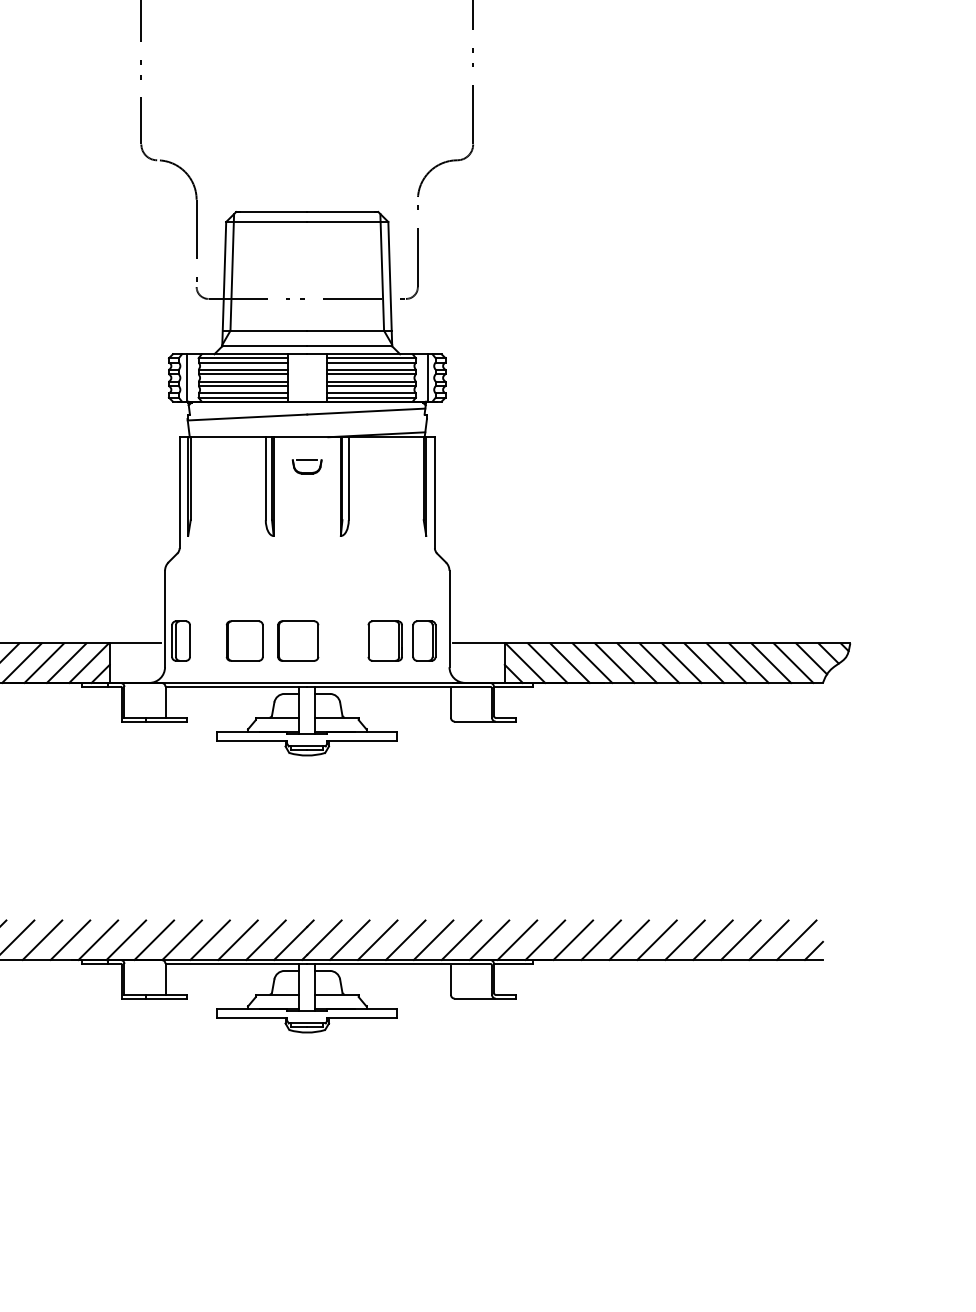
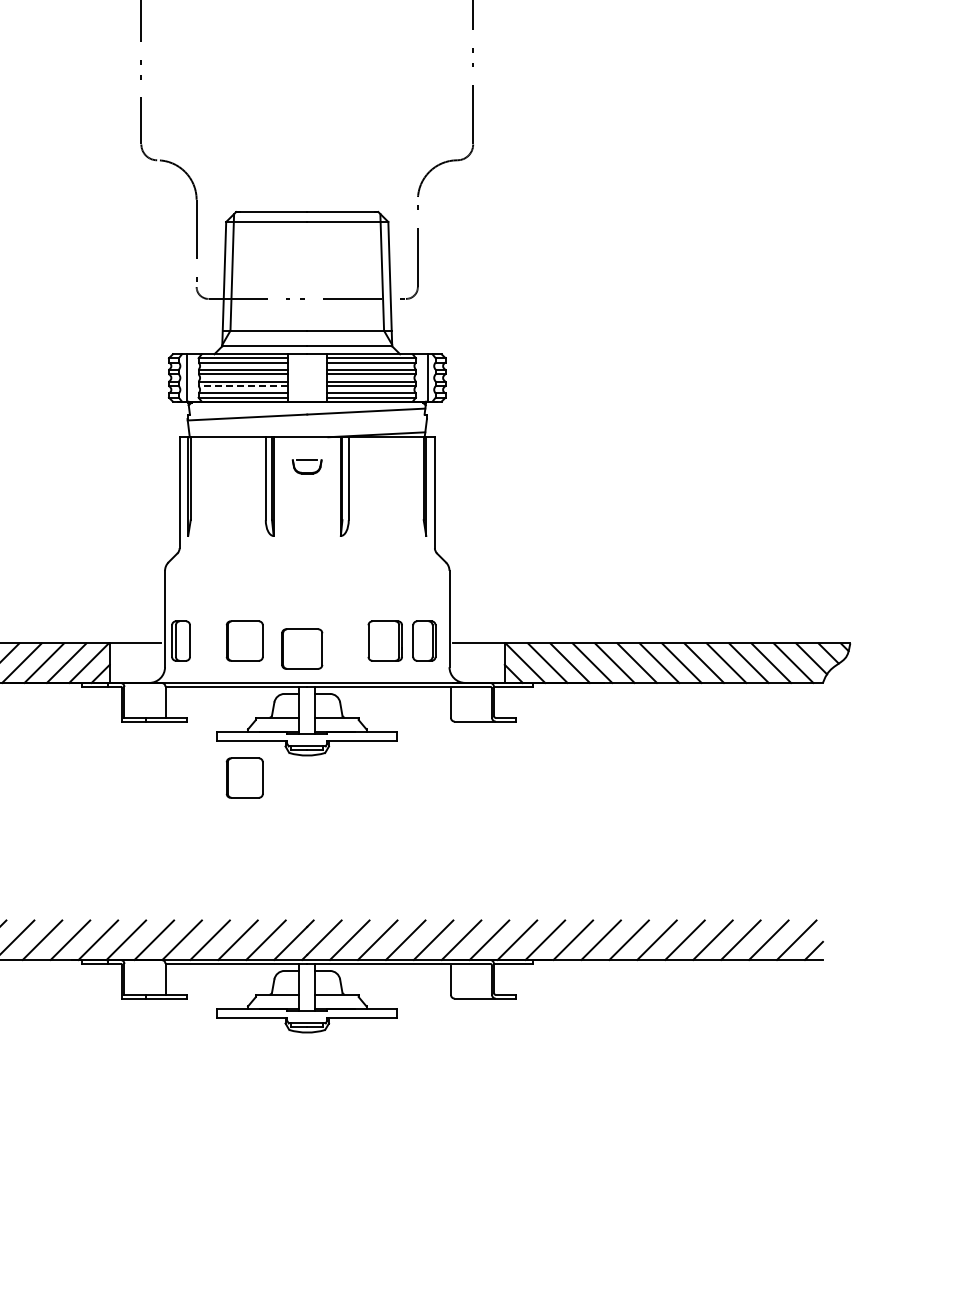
line at (242, 386): solid -> dashed
part at (298, 640) position: (298, 640) -> (302, 648)
part at (244, 777): none -> present
